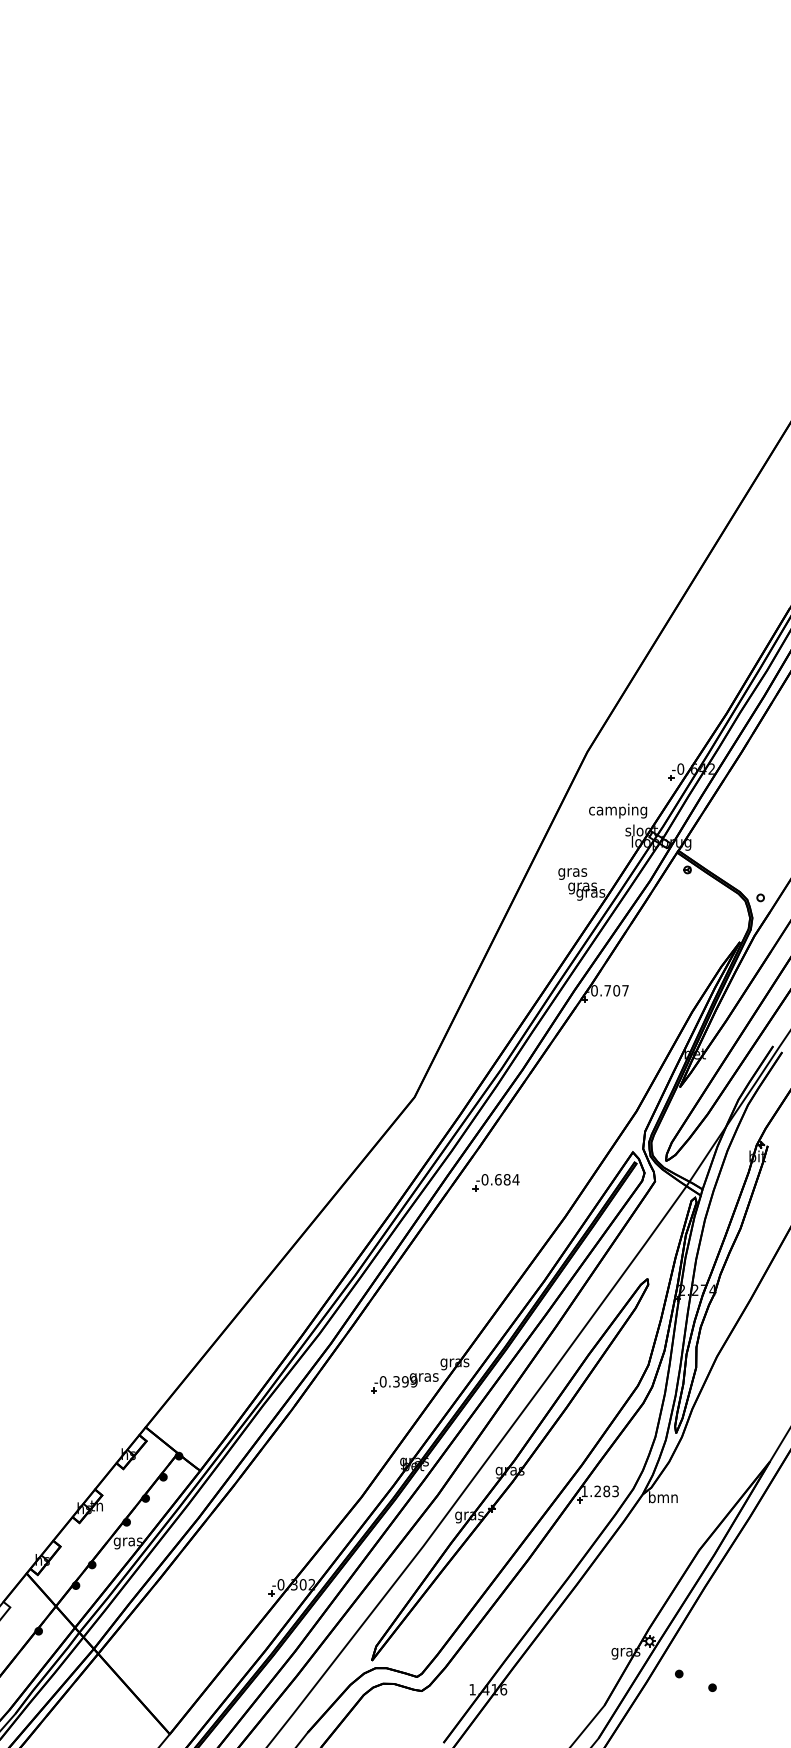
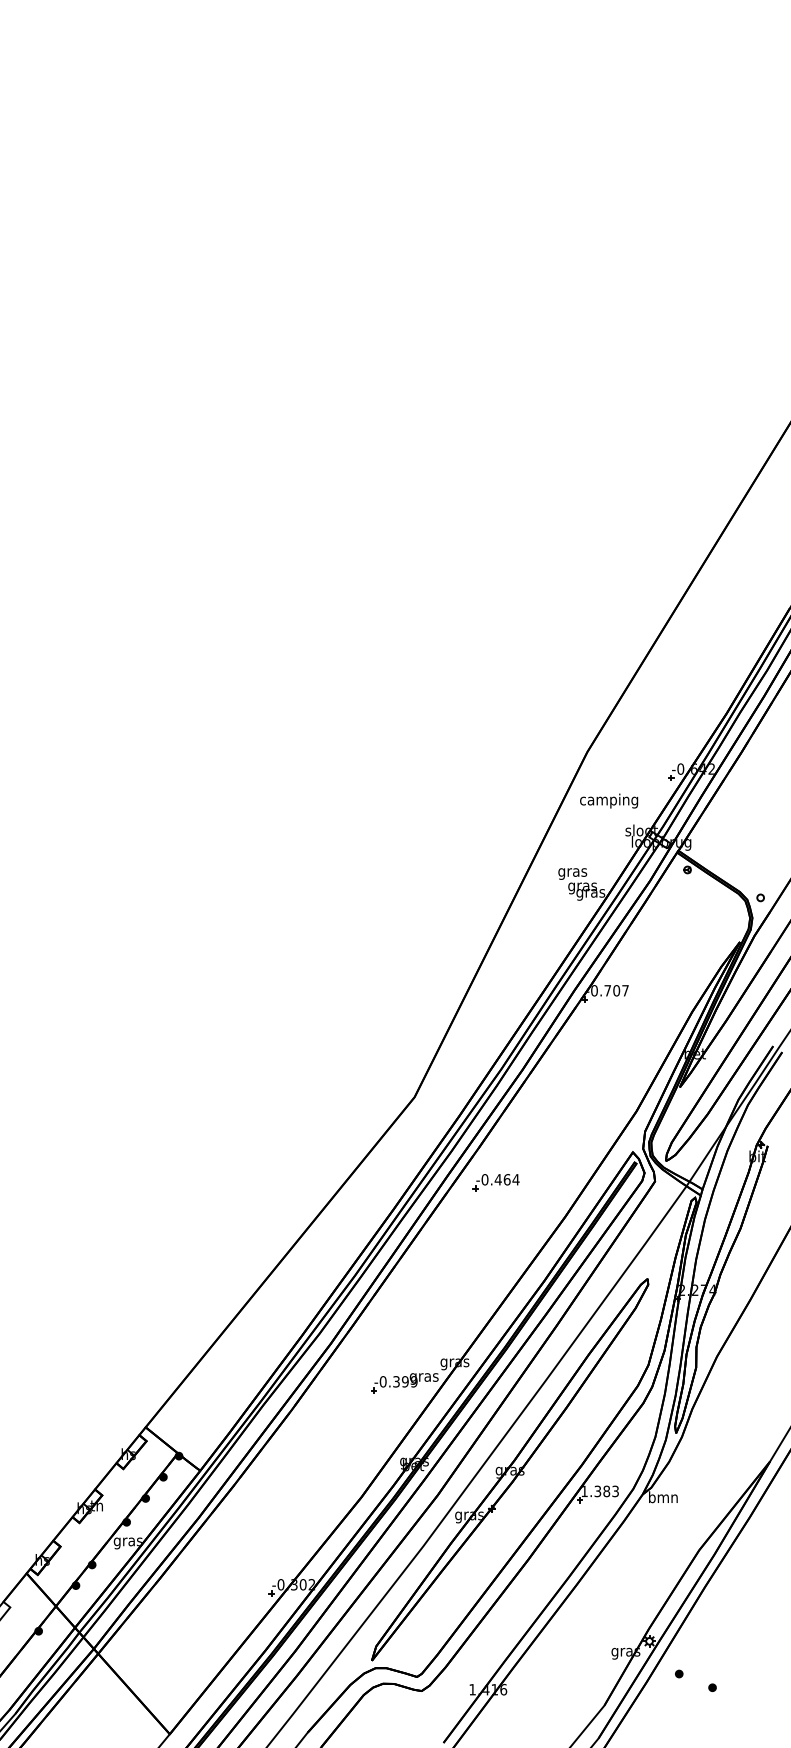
text at (618, 810) position: (618, 810) -> (609, 800)
text at (502, 1179): -0.684 -> -0.464
text at (597, 1491): 1.283 -> 1.383
